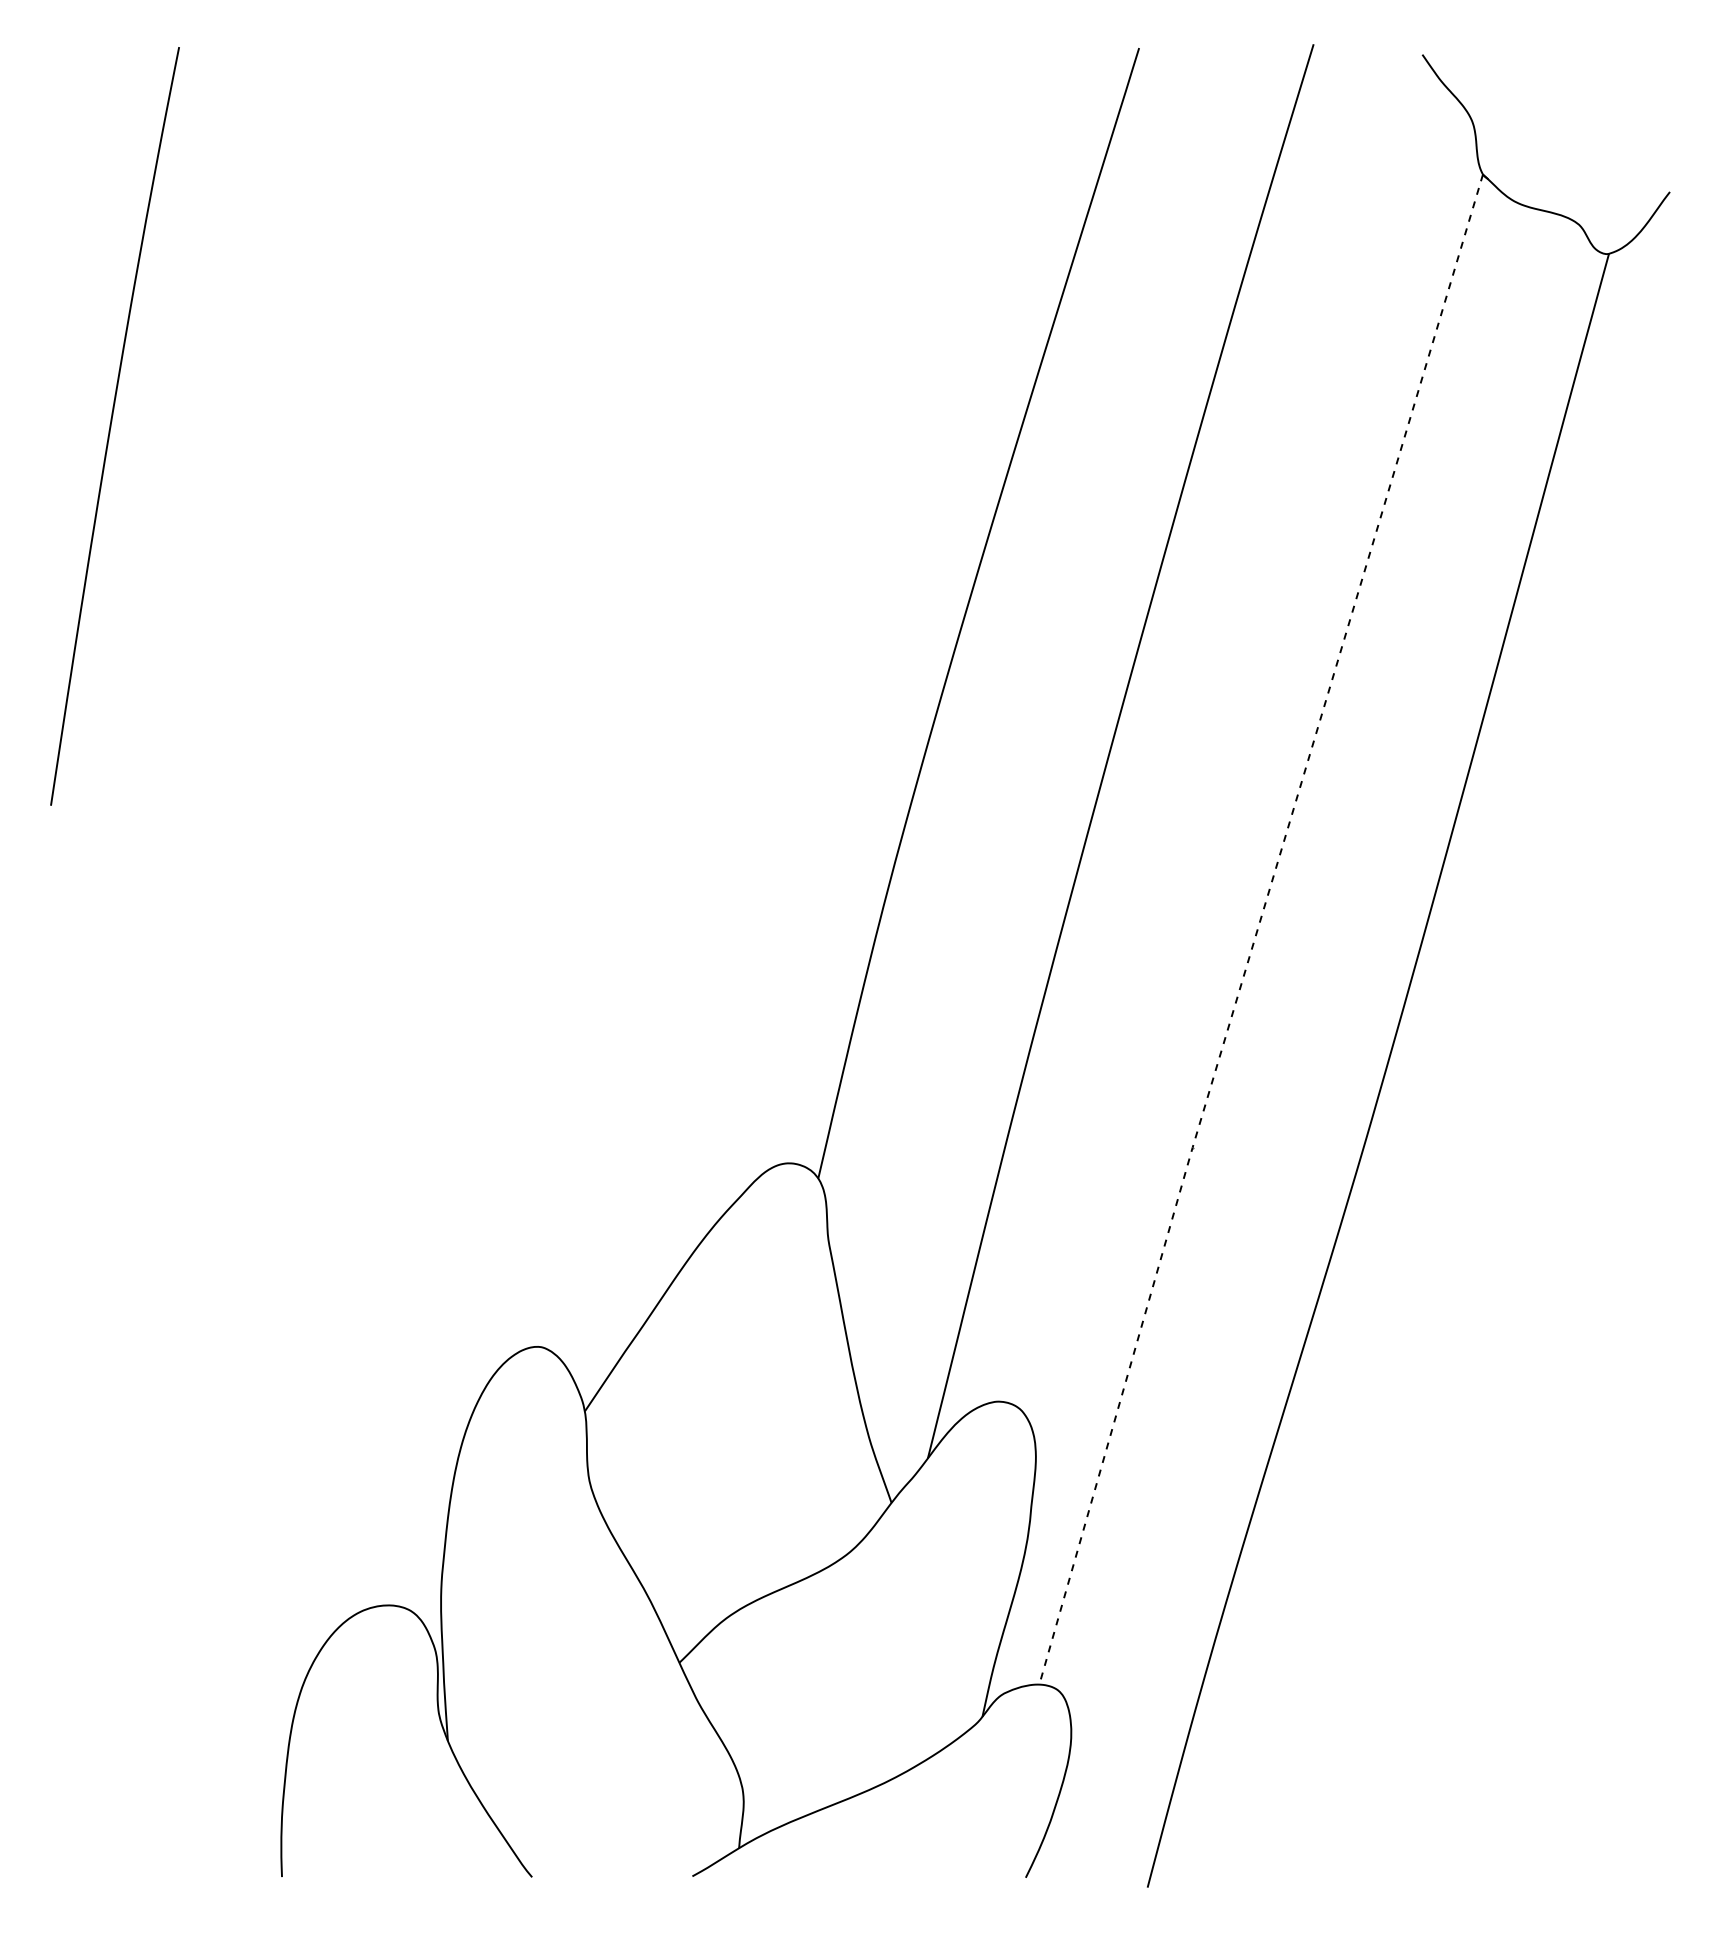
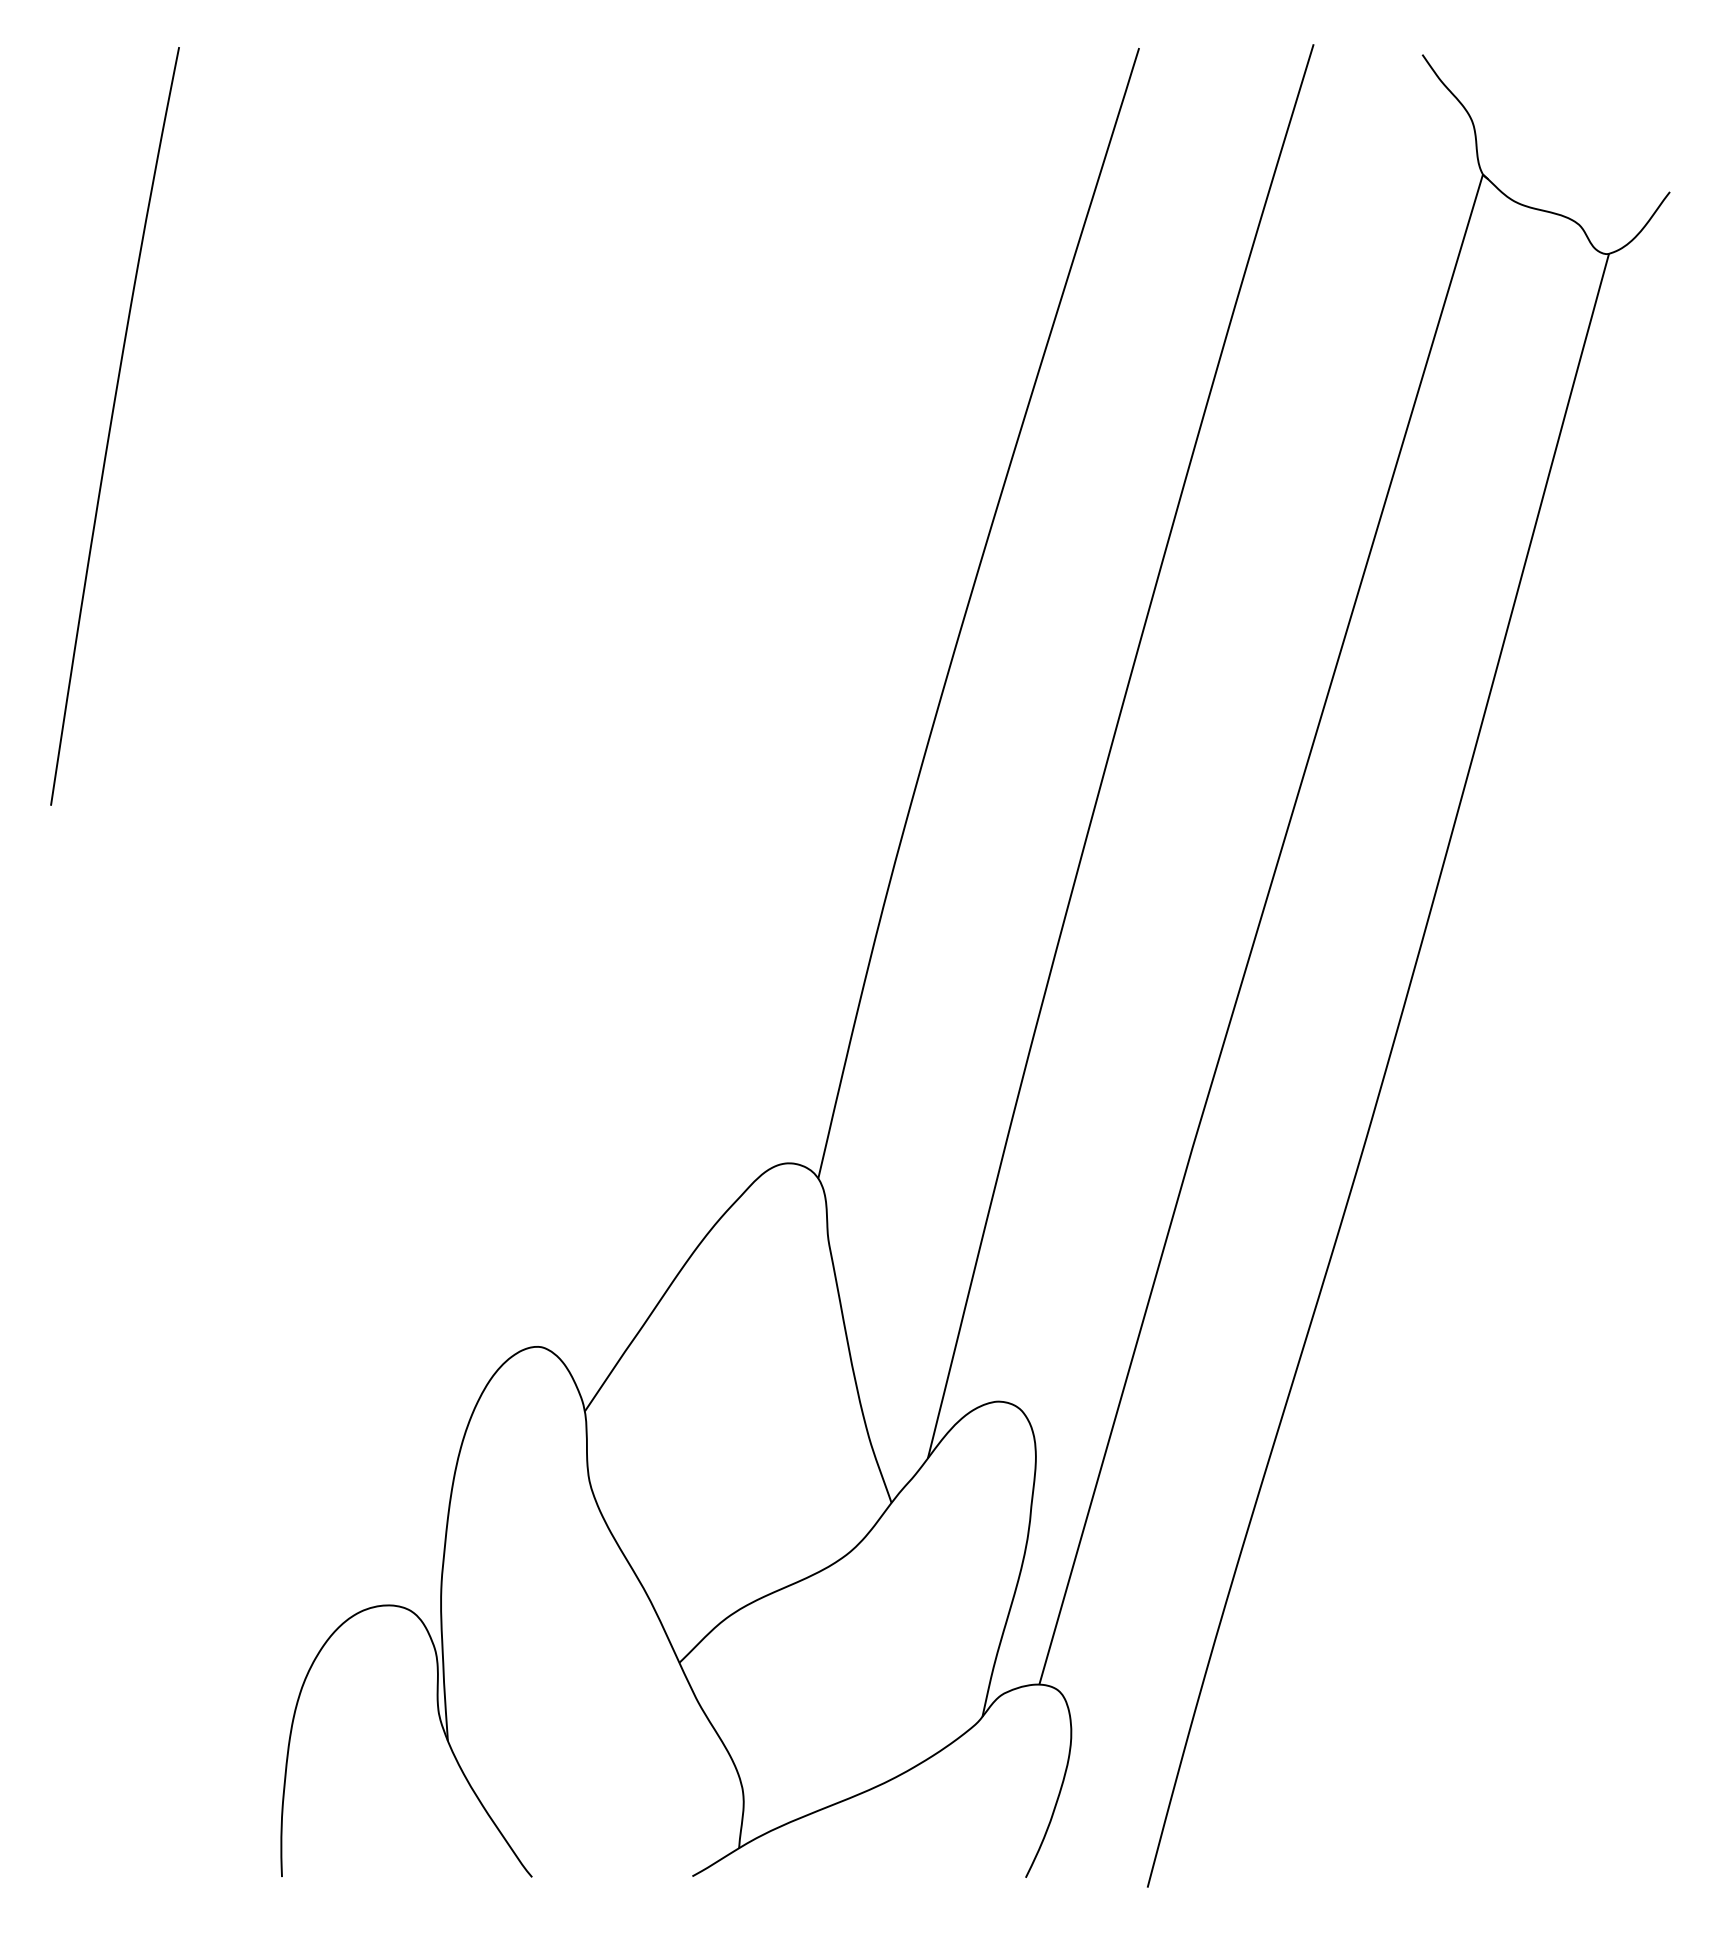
line at (1257, 930): dashed -> solid
